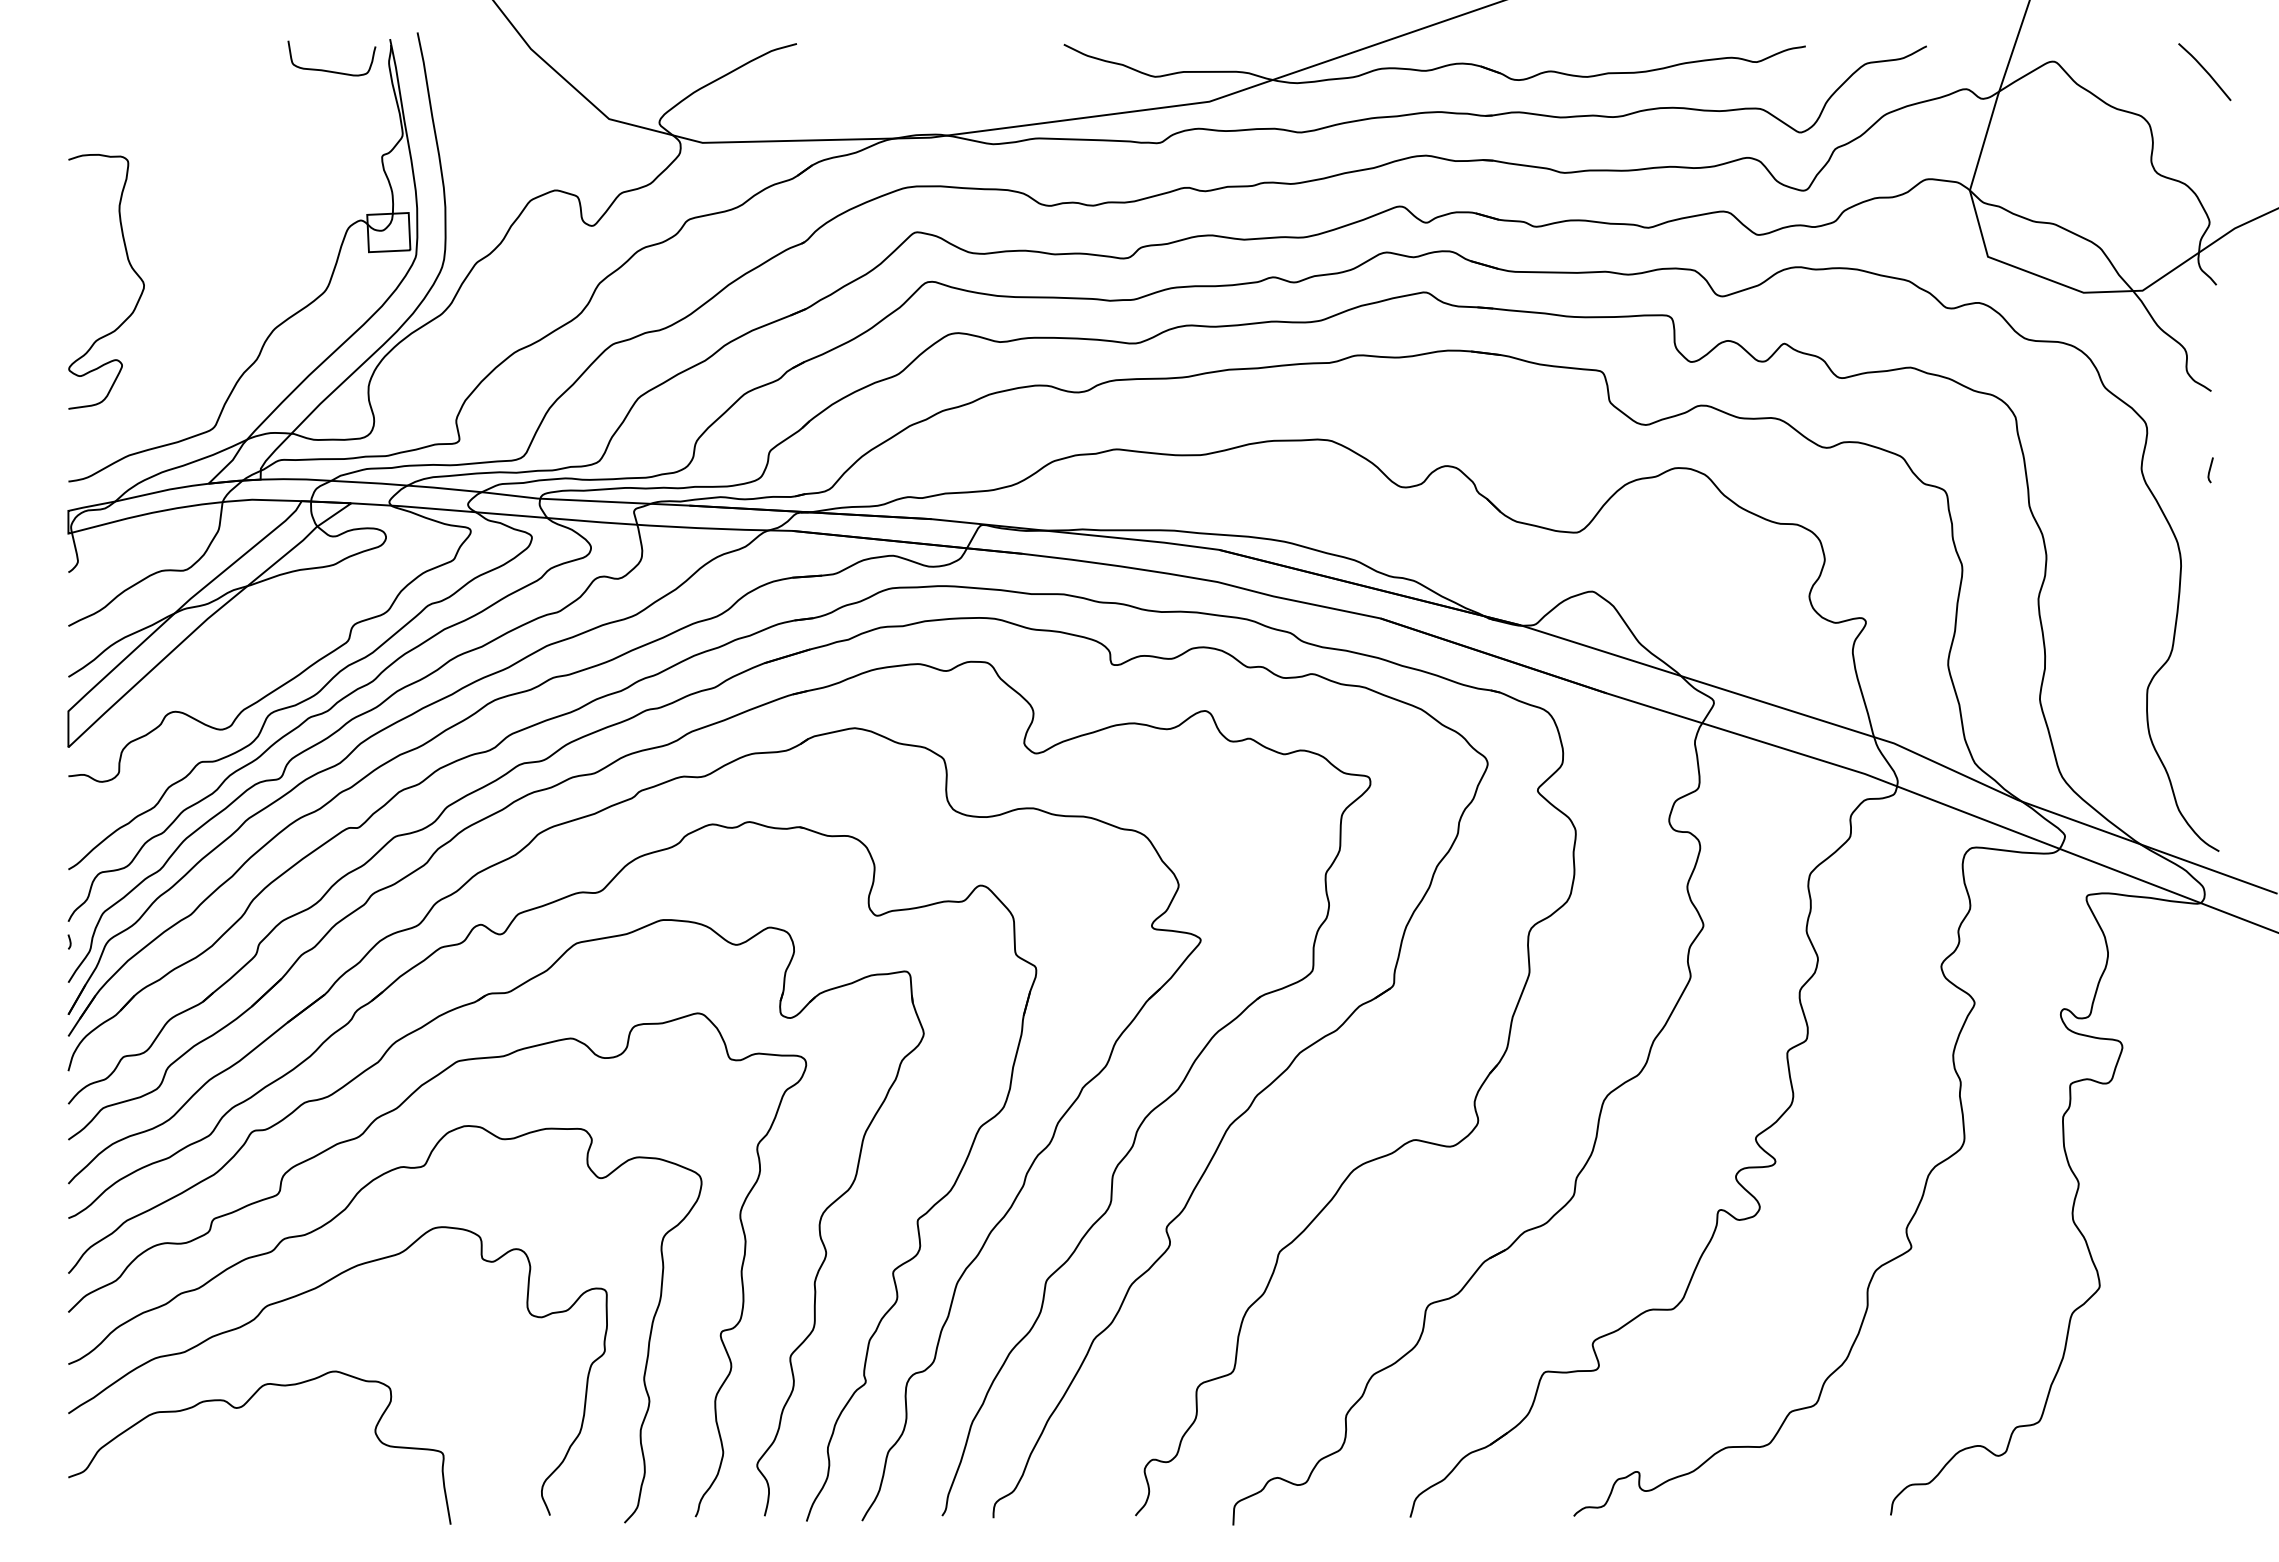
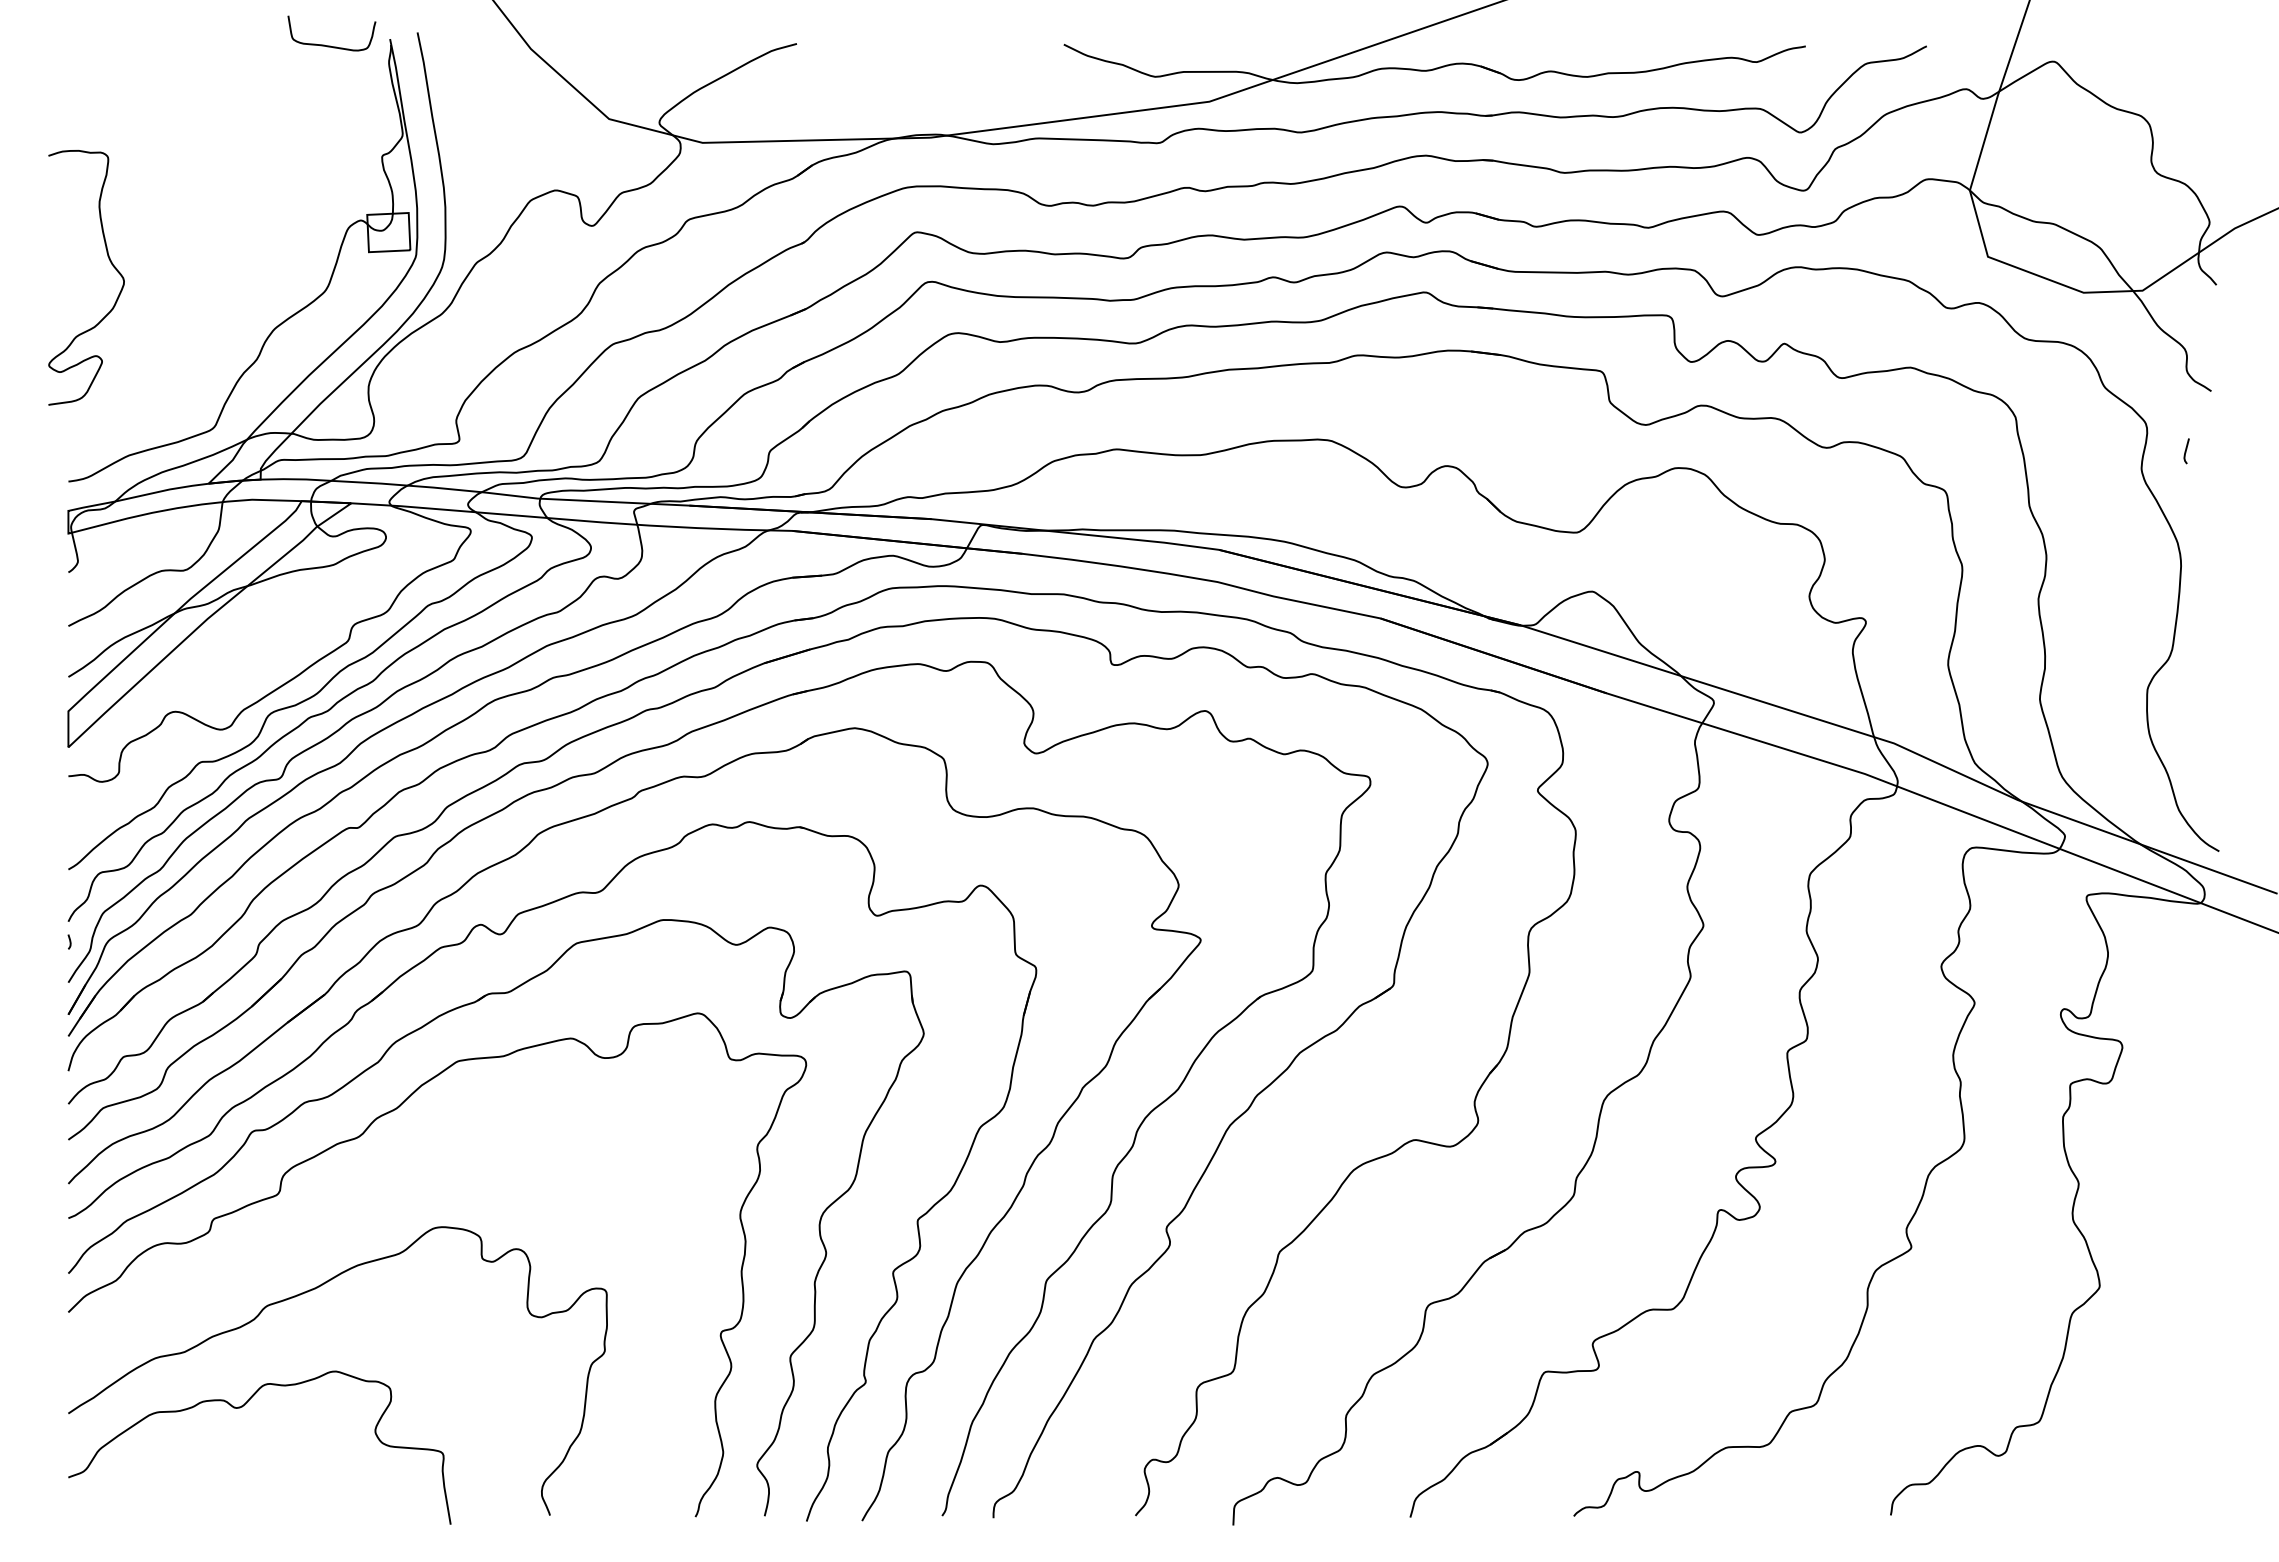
curve at (330, 70) position: (330, 70) -> (330, 45)
line at (2205, 71): present -> none
curve at (129, 265) position: (129, 265) -> (109, 261)
line at (2210, 470) position: (2210, 470) -> (2186, 451)
curve at (324, 1226): present -> none
